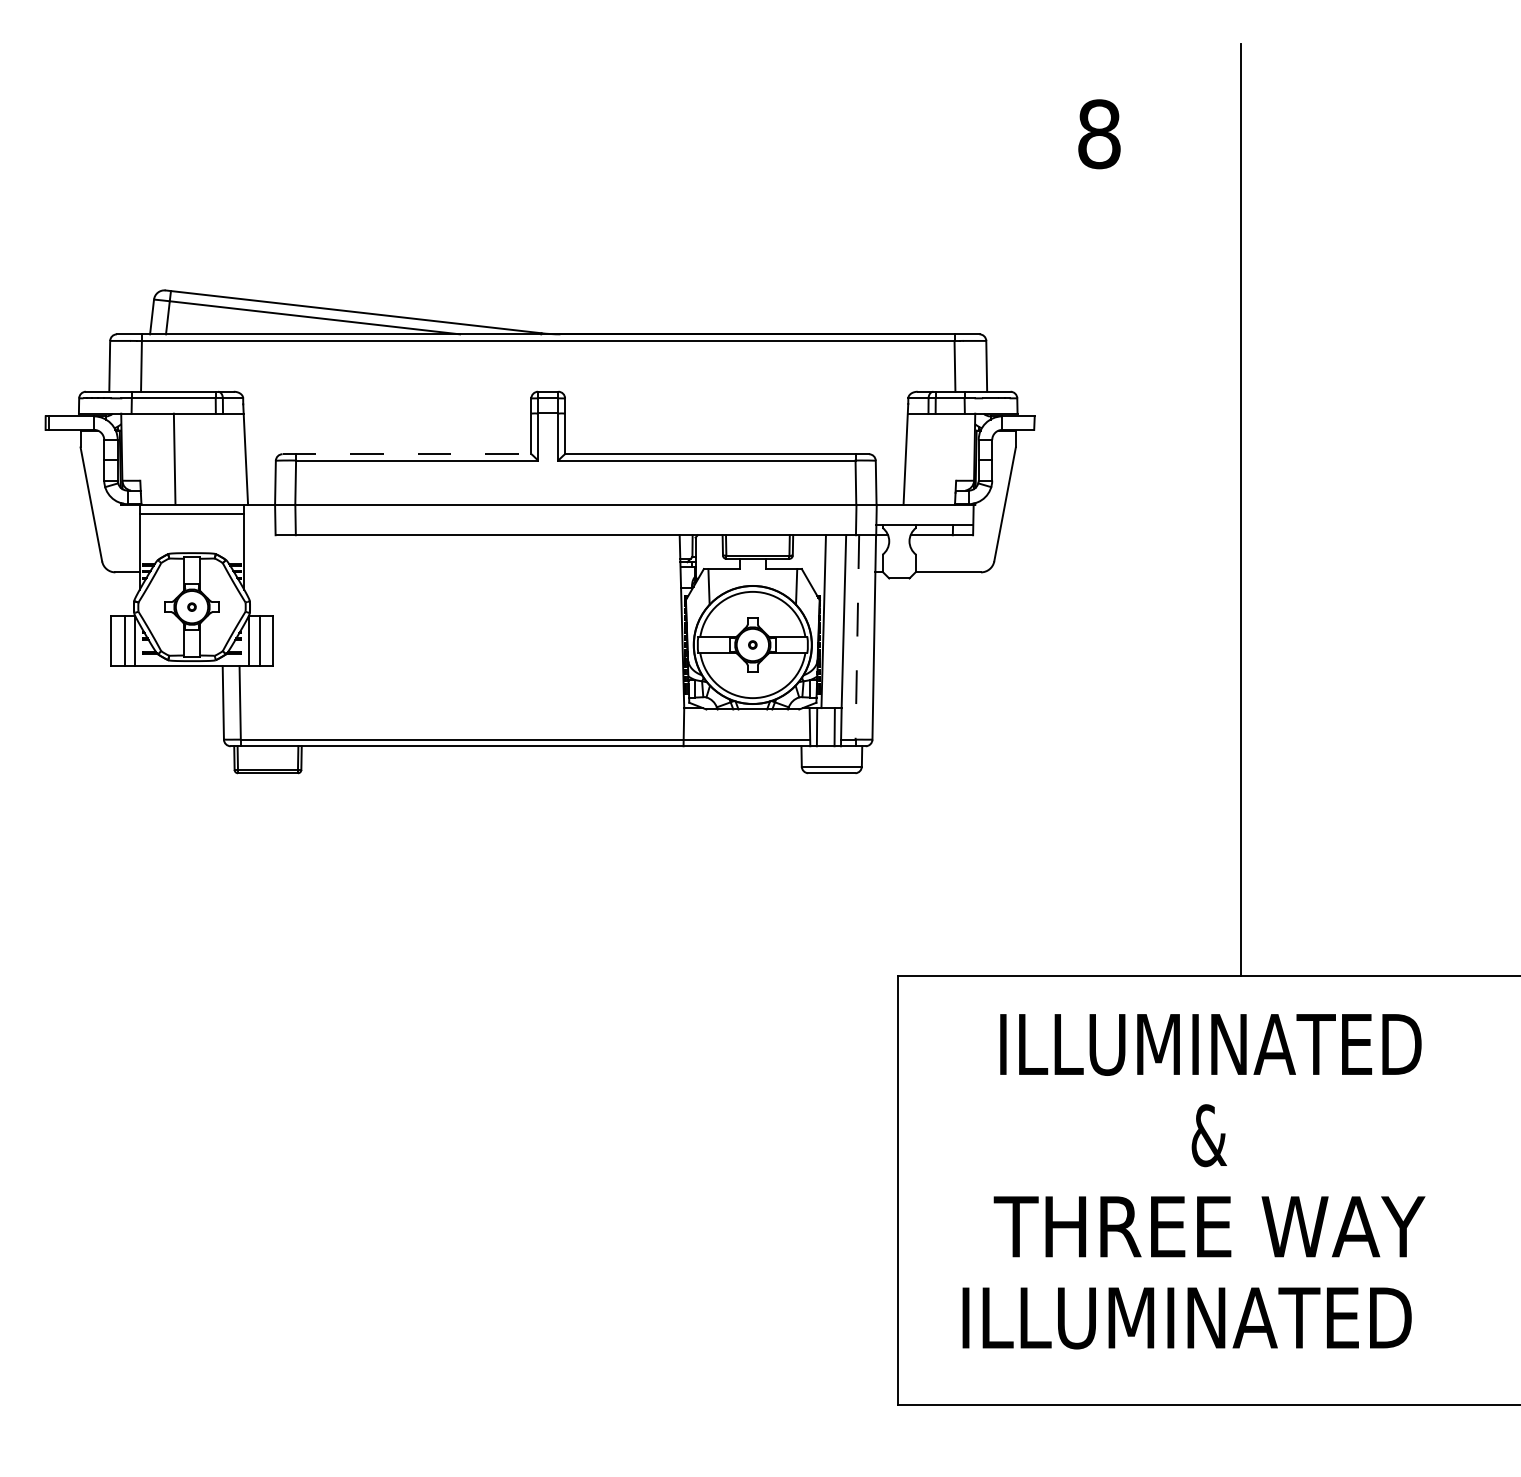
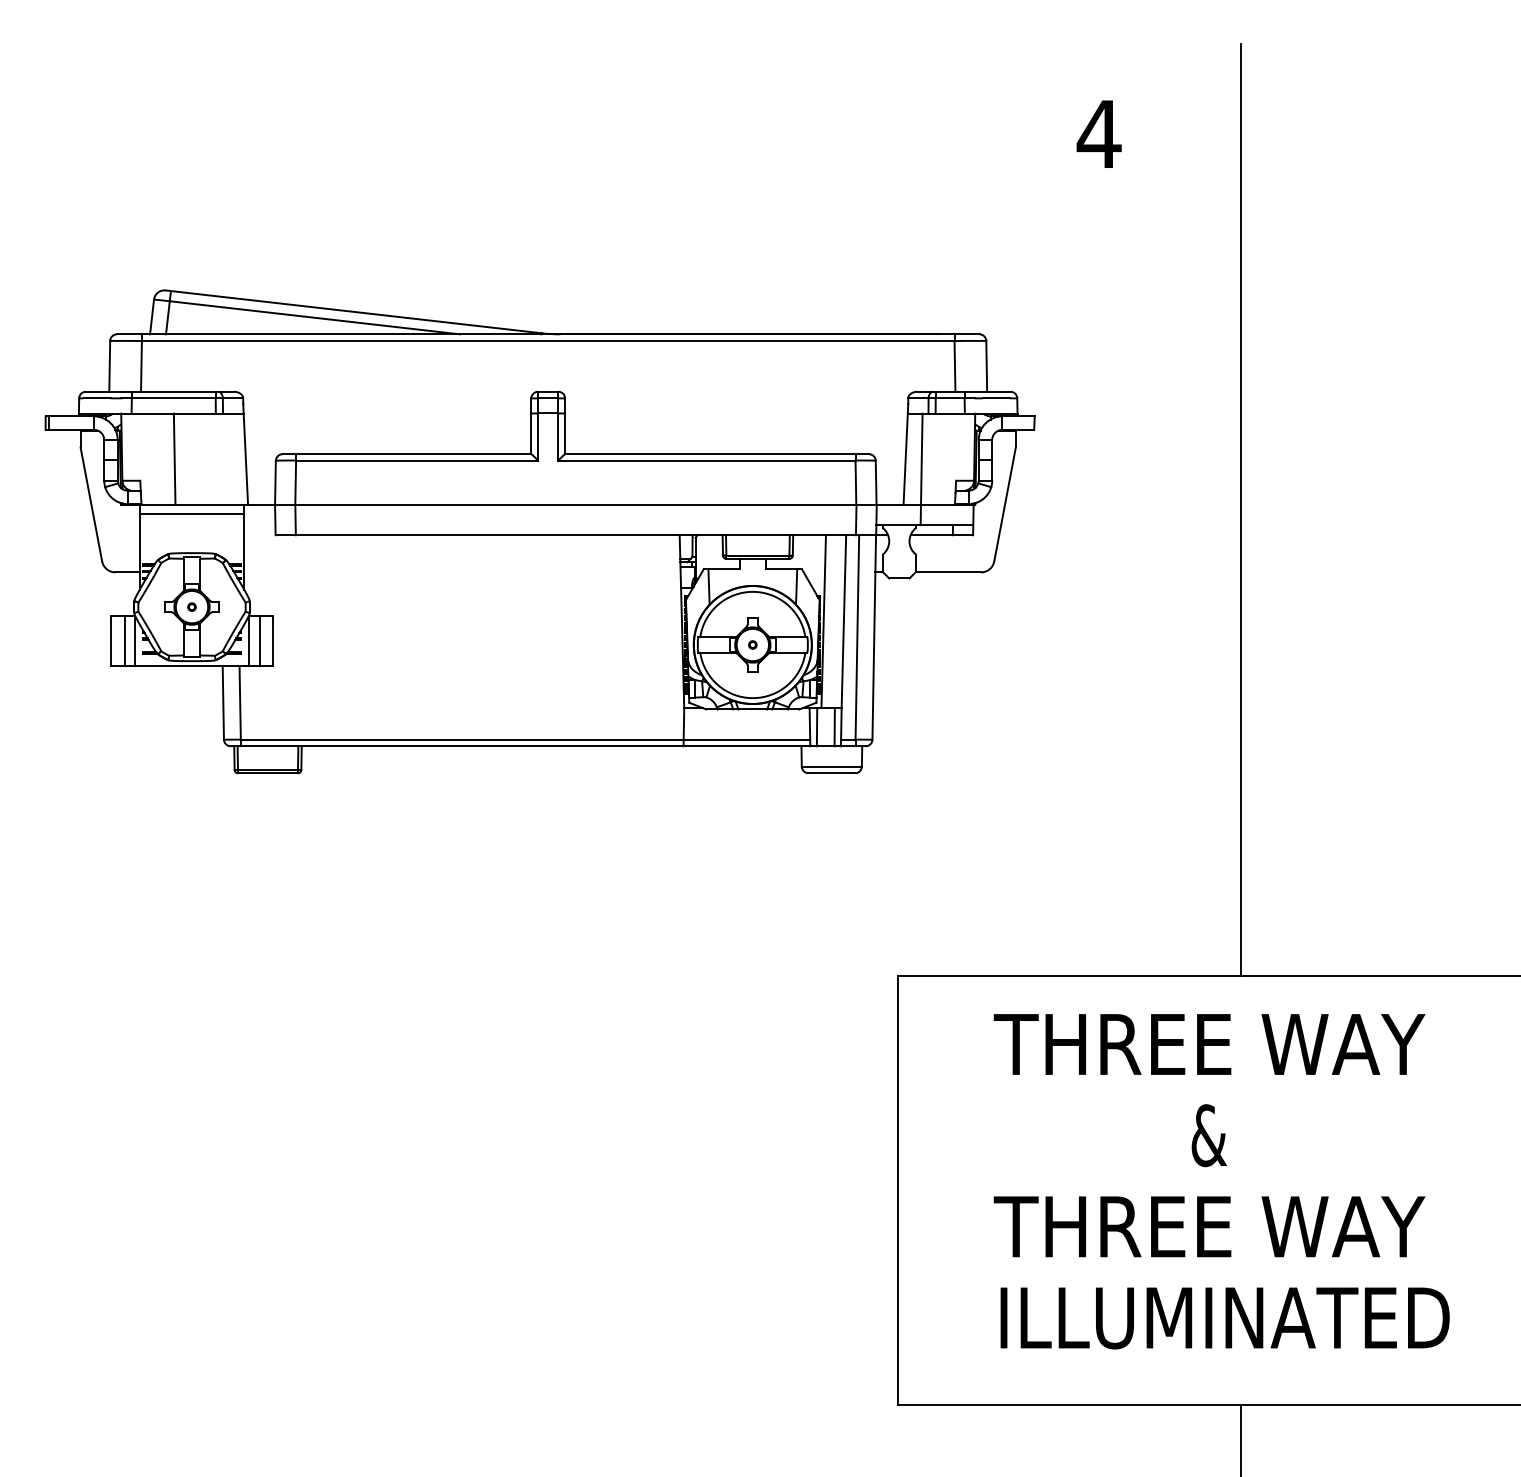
text at (1098, 134): 8 -> 4
line at (407, 454): dashed -> solid
line at (921, 469): none -> present
line at (857, 637): dashed -> solid
text at (1209, 1044): ILLUMINATED -> THREE WAY
text at (1186, 1318) position: (1186, 1318) -> (1224, 1318)
line at (1240, 1439): none -> present
